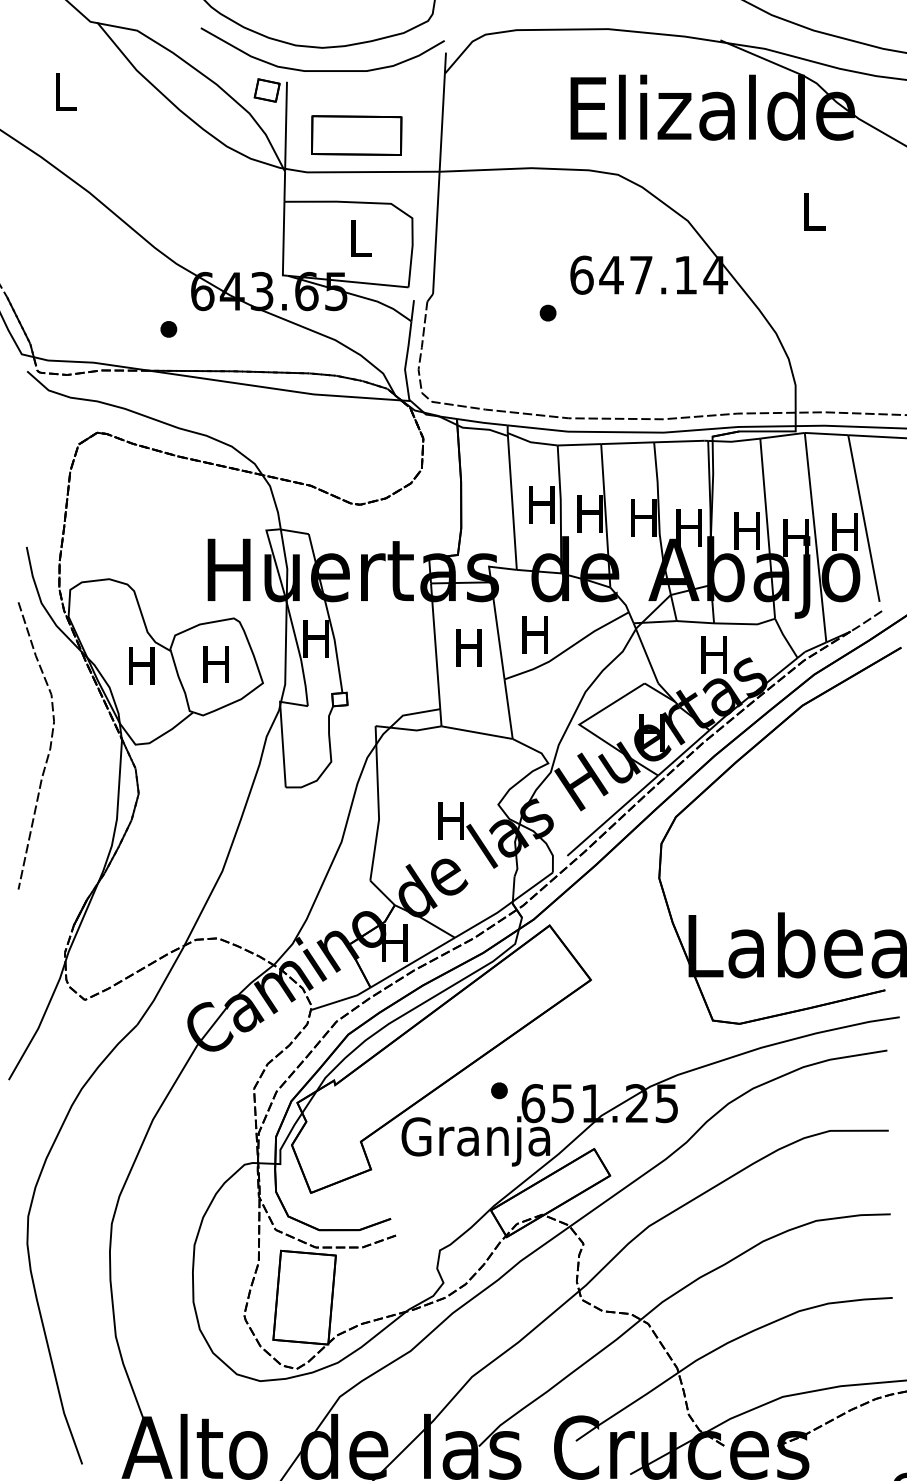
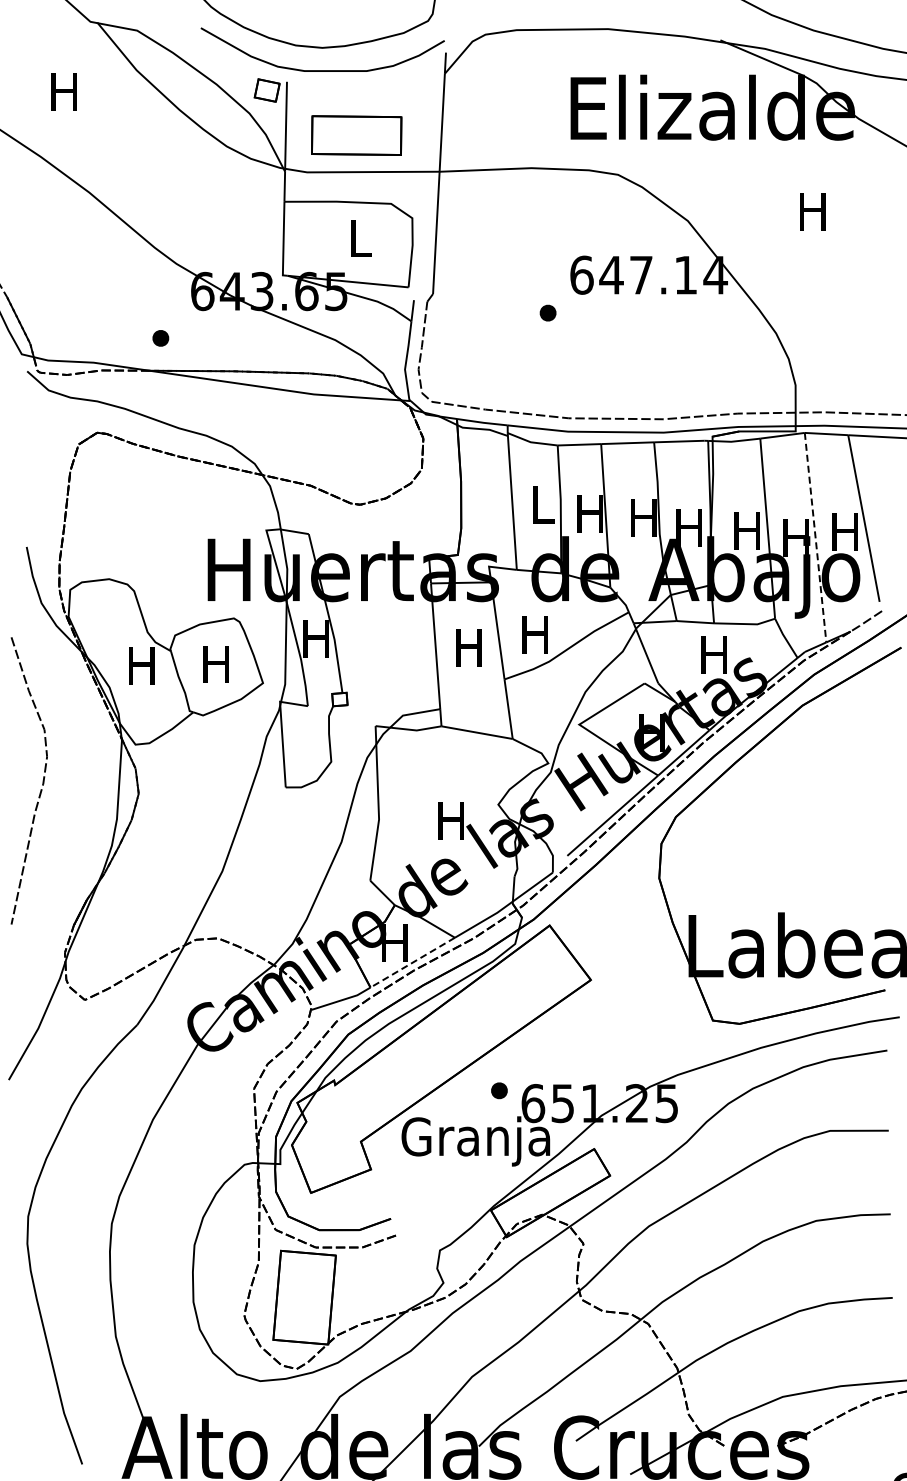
text at (63, 91): L -> H
text at (812, 211): L -> H
part at (168, 329) position: (168, 329) -> (160, 338)
text at (541, 504): H -> L
line at (815, 538): solid -> dashed
curve at (49, 745) position: (49, 745) -> (42, 780)
line at (412, 962): solid -> dashed
